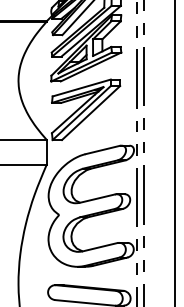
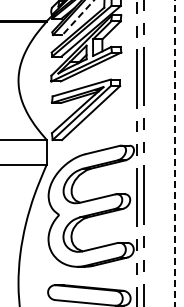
line at (77, 18): solid -> dashed
line at (174, 154): solid -> dashed
